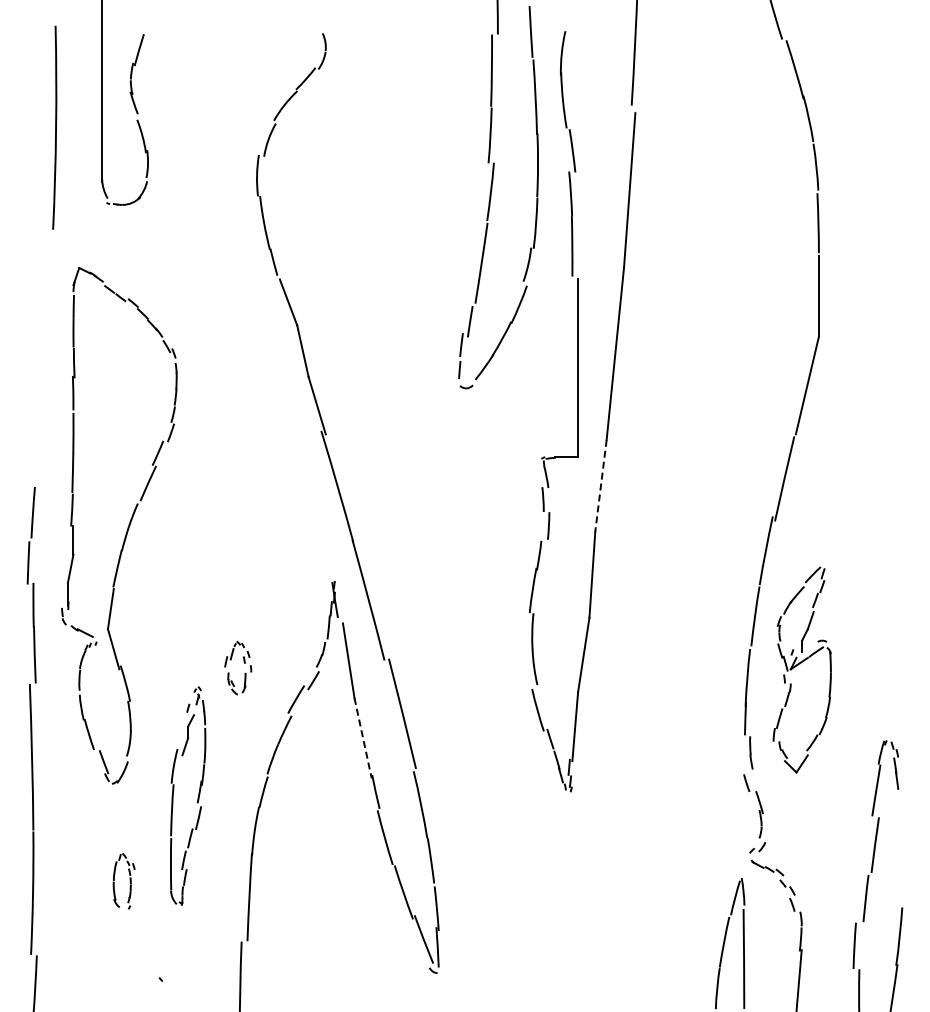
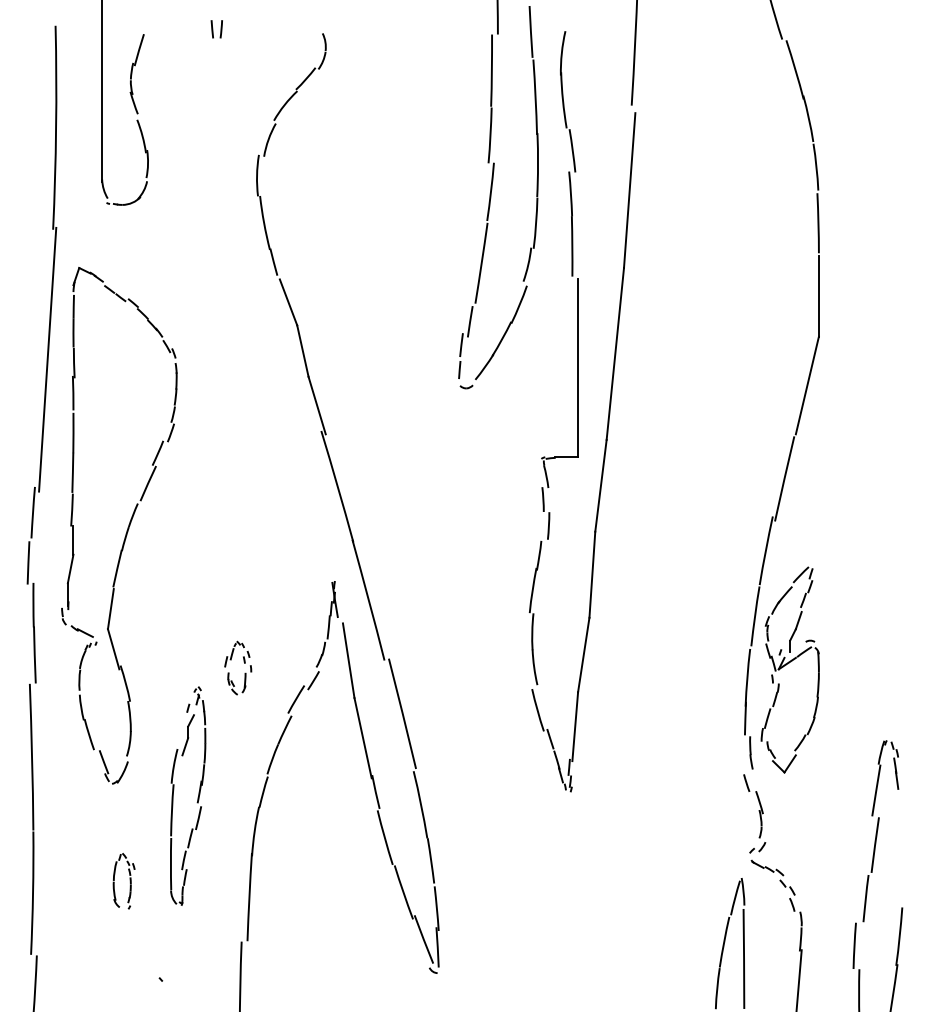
part at (216, 29): none -> present
line at (47, 359): none -> present
line at (600, 486): dashed -> solid
part at (801, 669) position: (801, 669) -> (789, 669)
line at (363, 738): dashed -> solid
